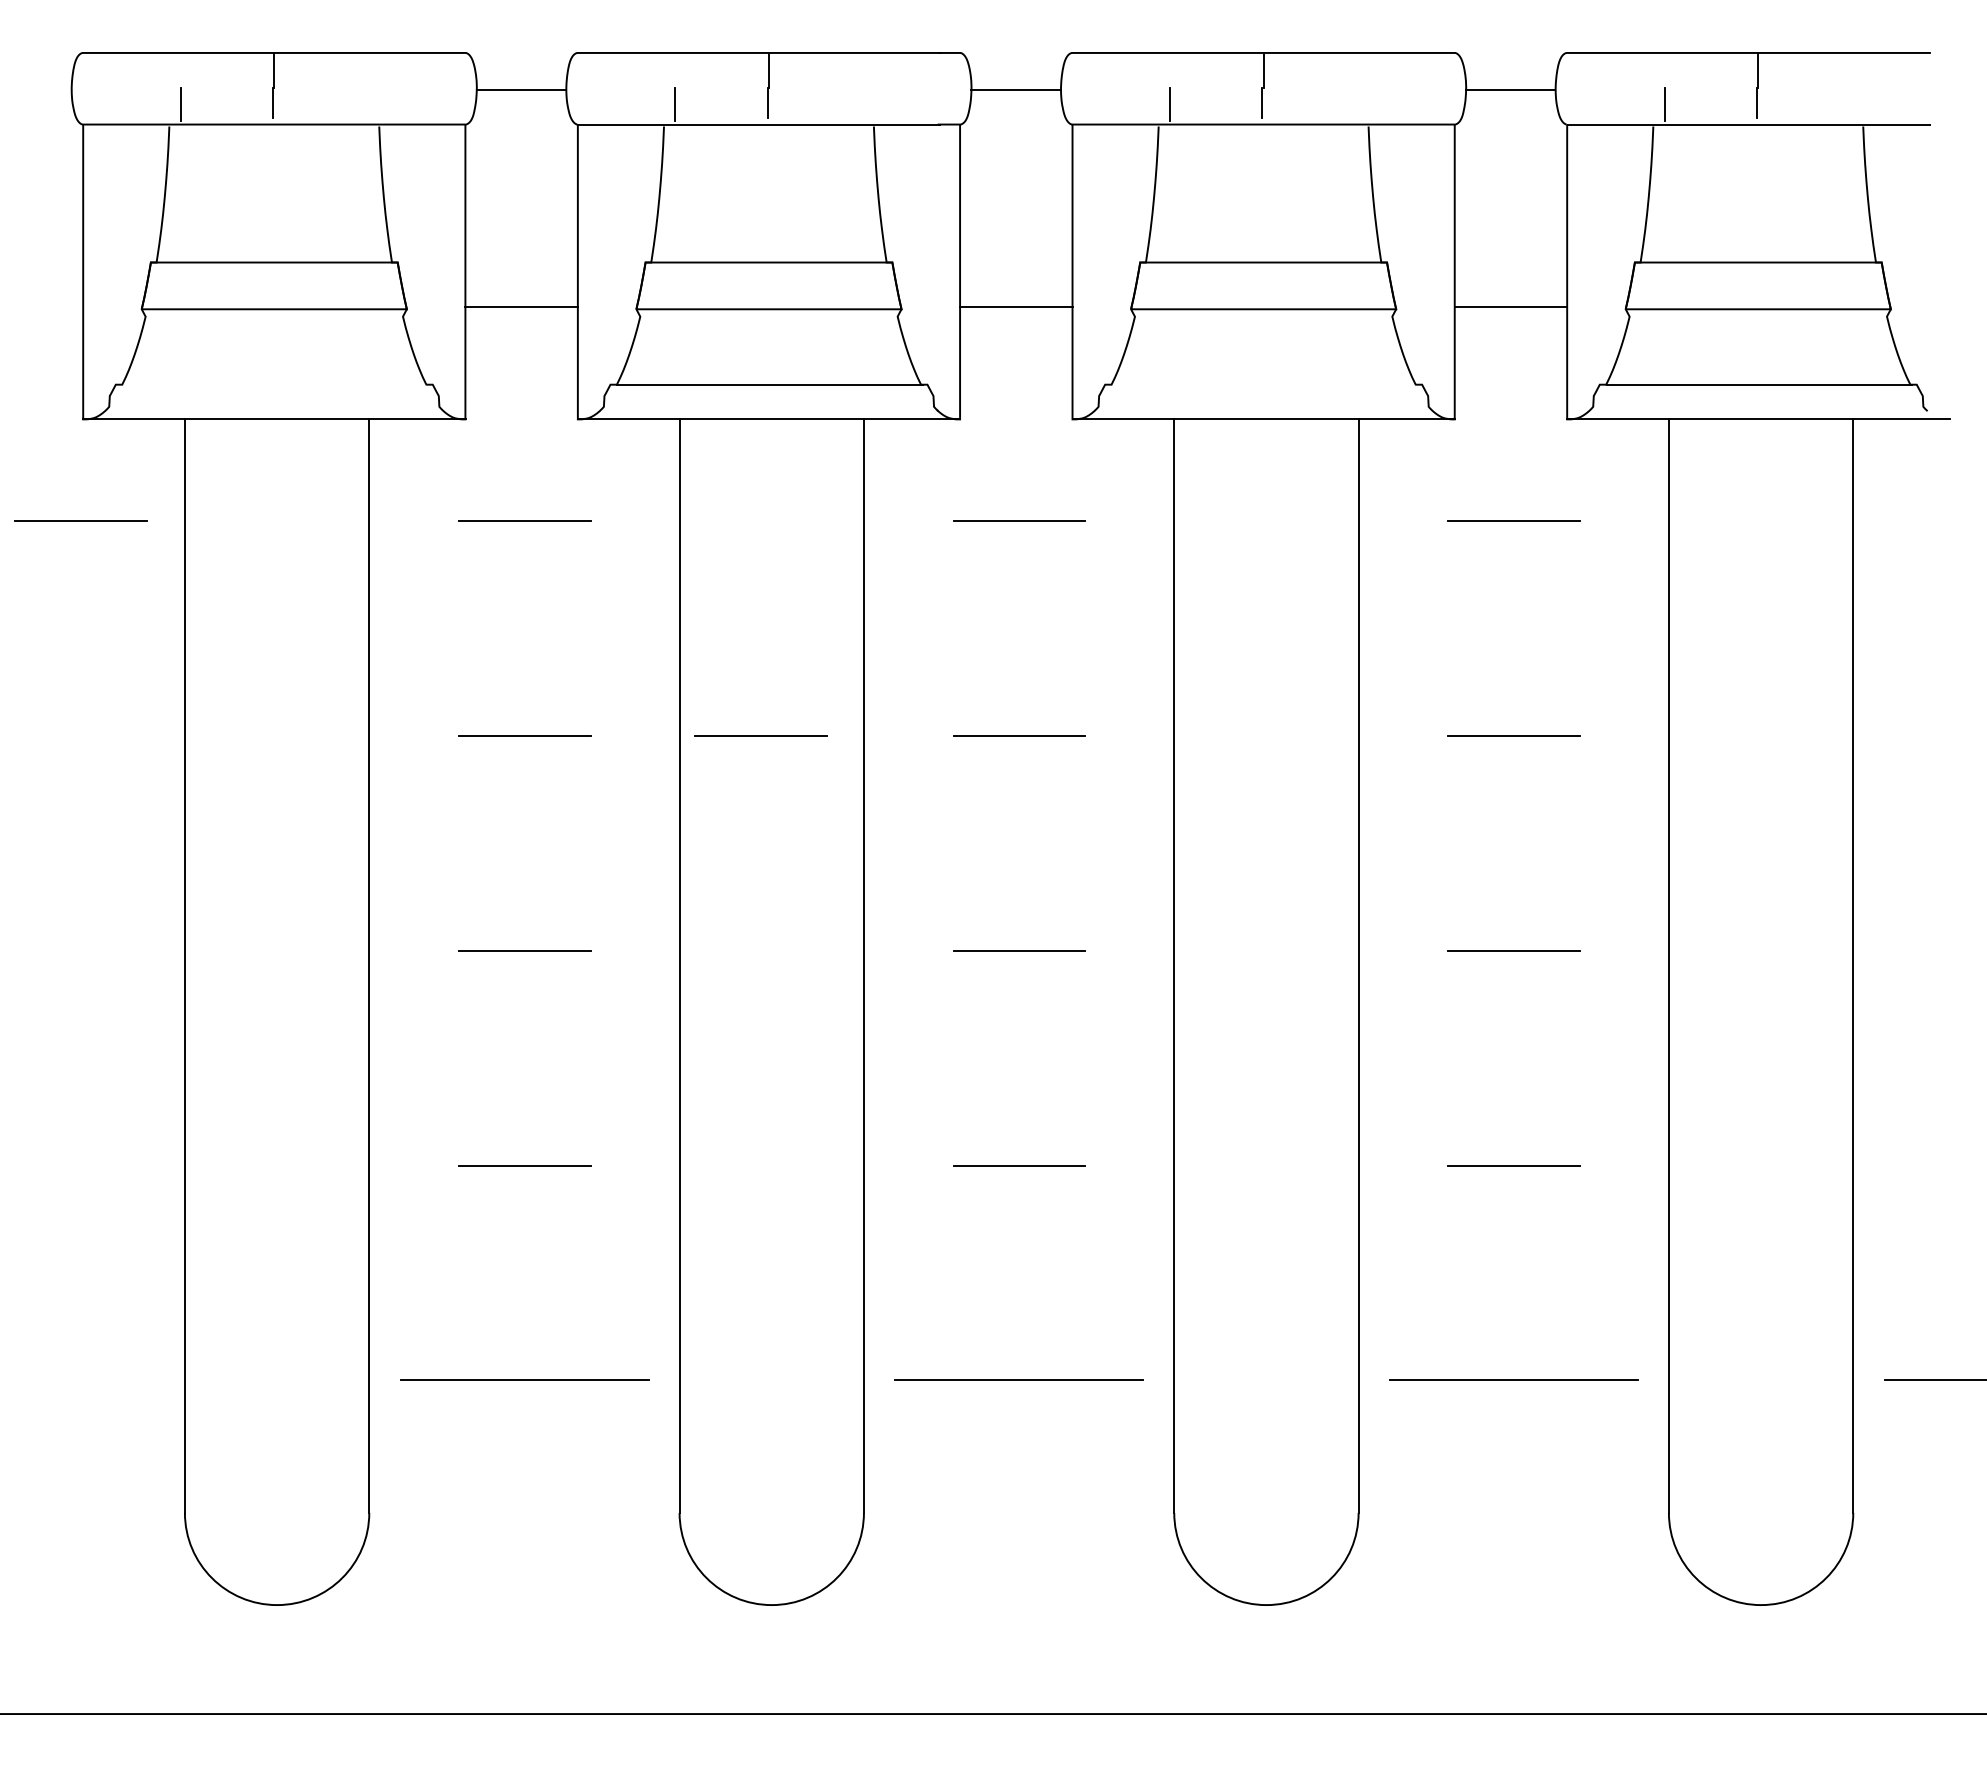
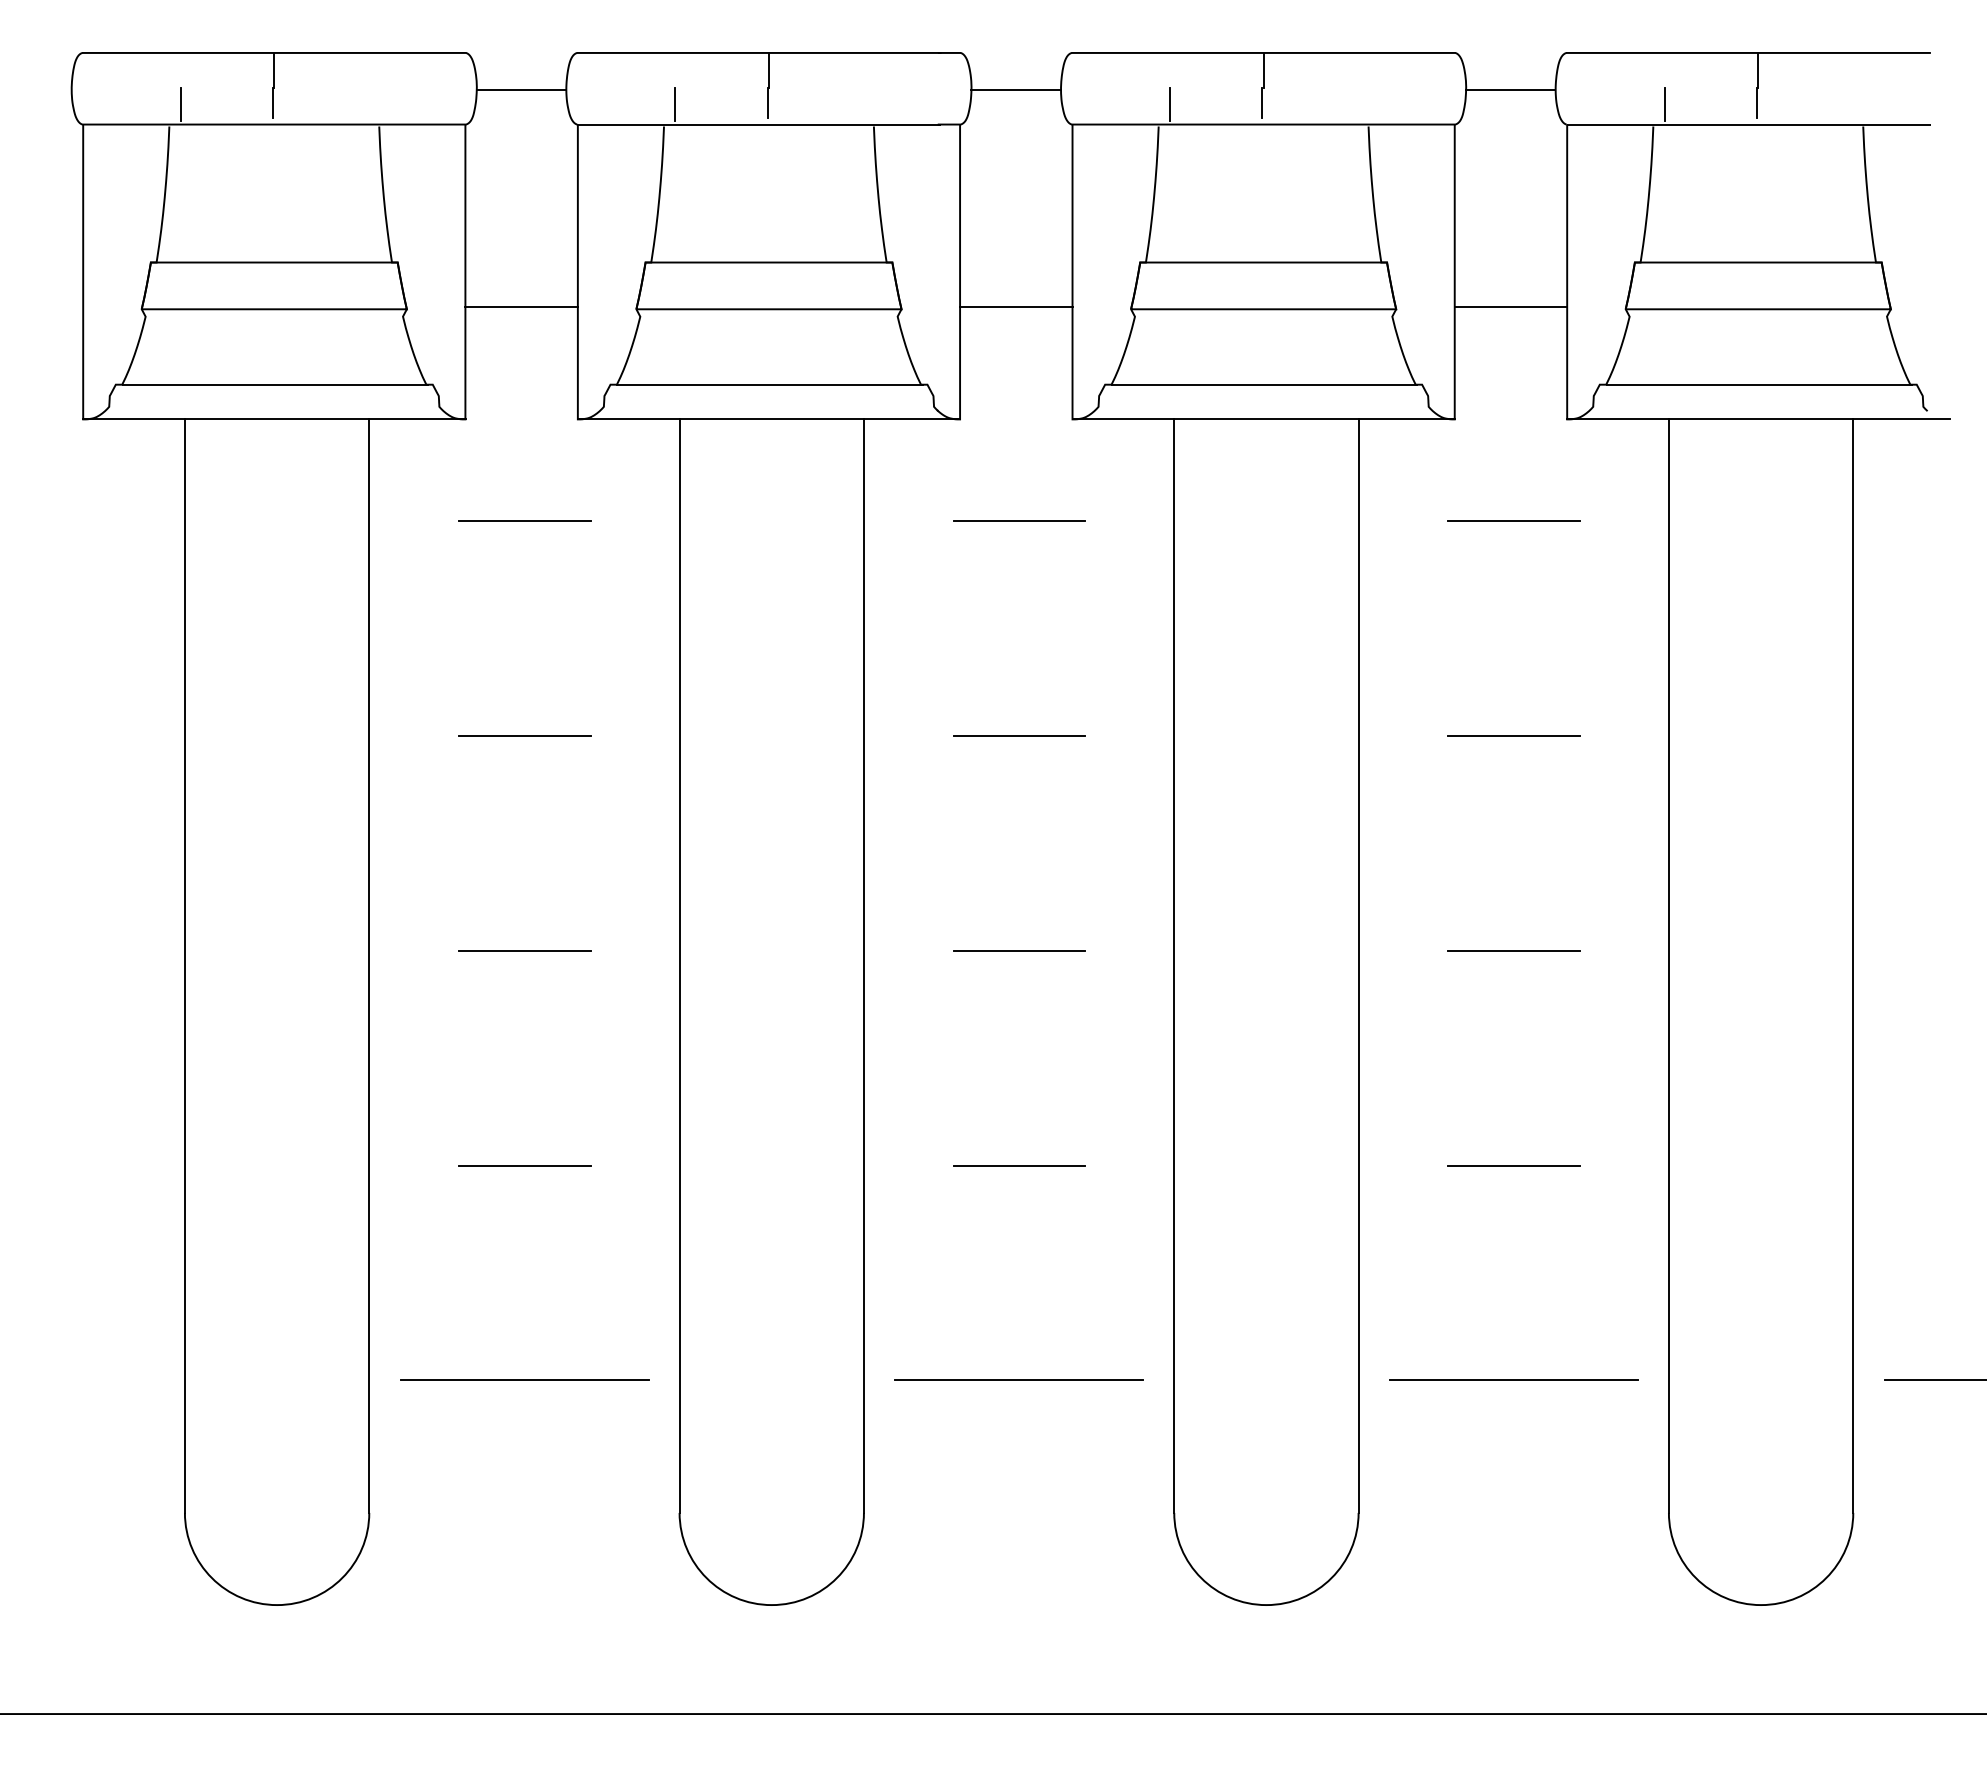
line at (274, 384): none -> present
line at (1264, 384): none -> present
line at (80, 520): present -> none
line at (760, 735): present -> none
